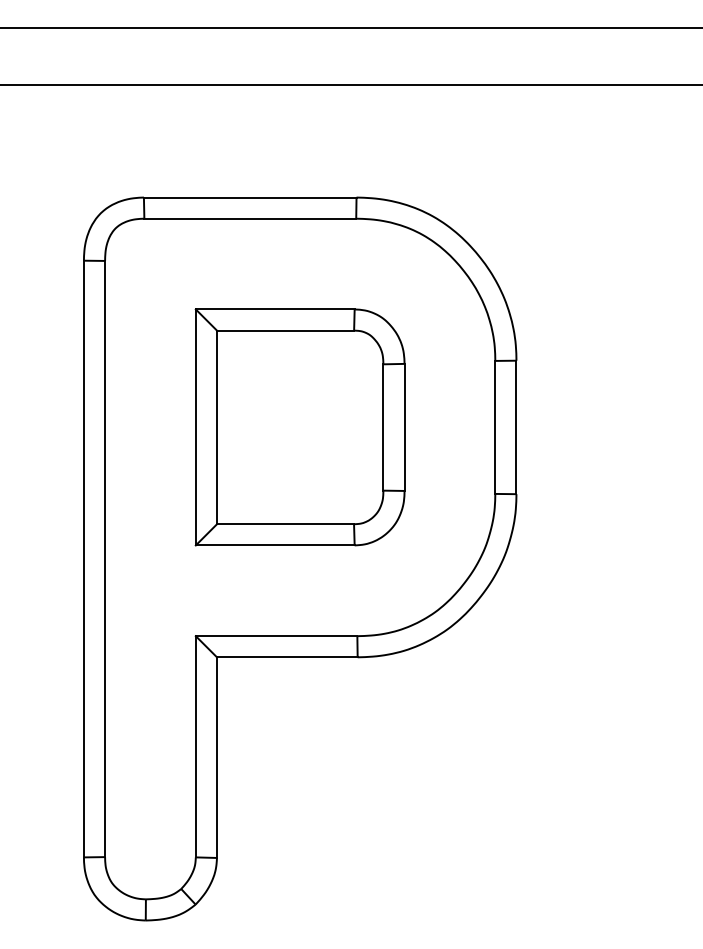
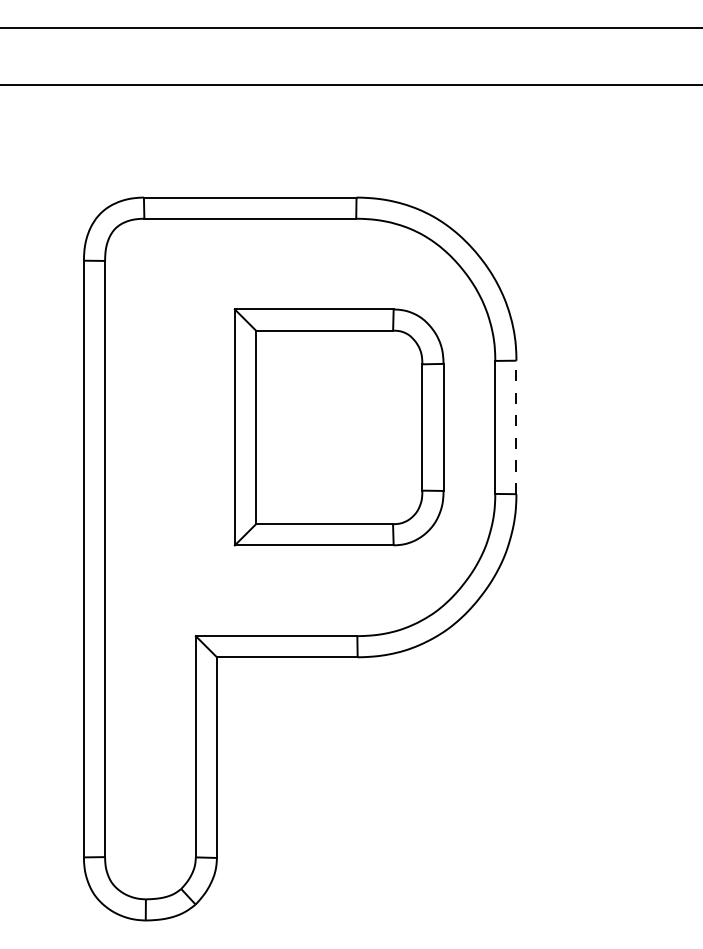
part at (299, 427) position: (299, 427) -> (338, 427)
line at (516, 427): solid -> dashed
